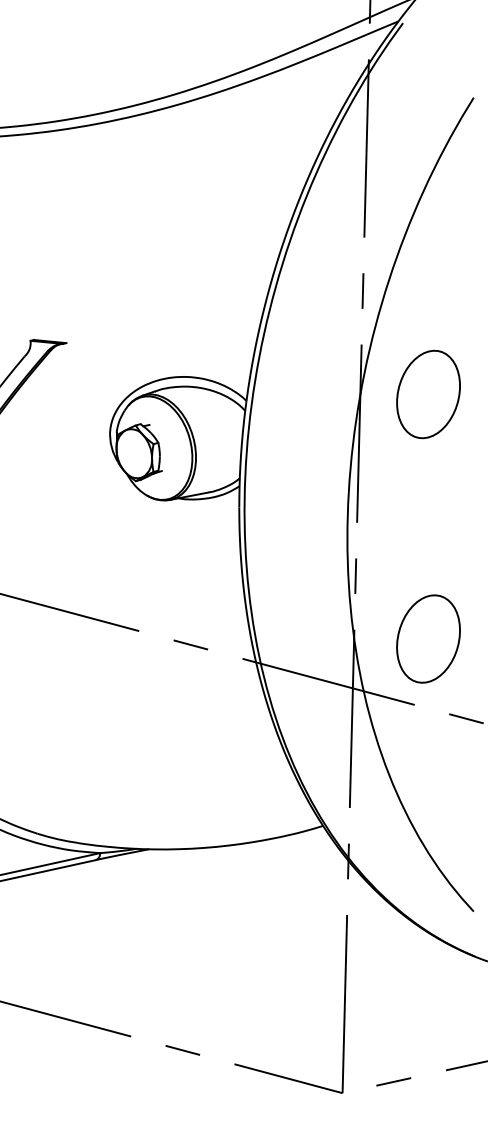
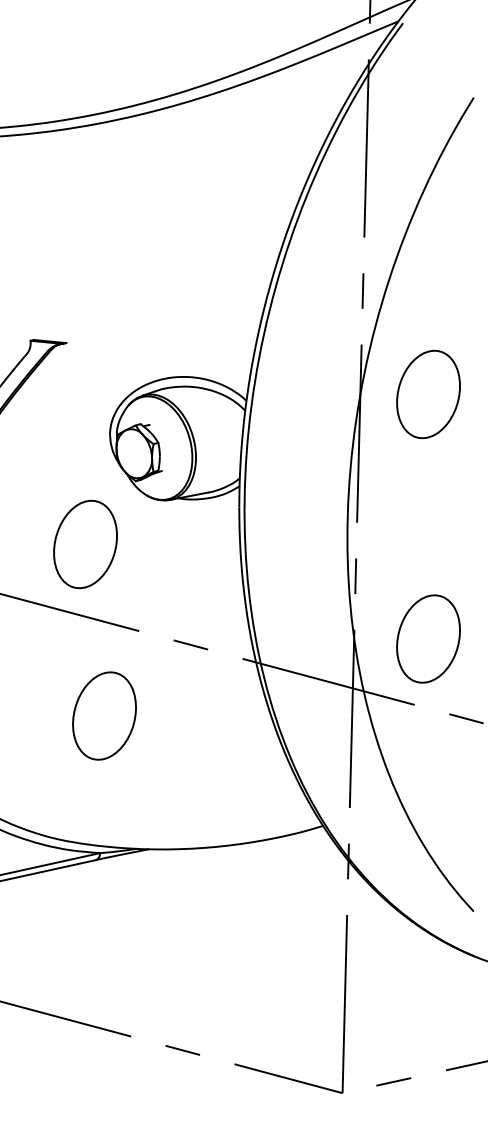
part at (85, 544): none -> present
part at (104, 715): none -> present
